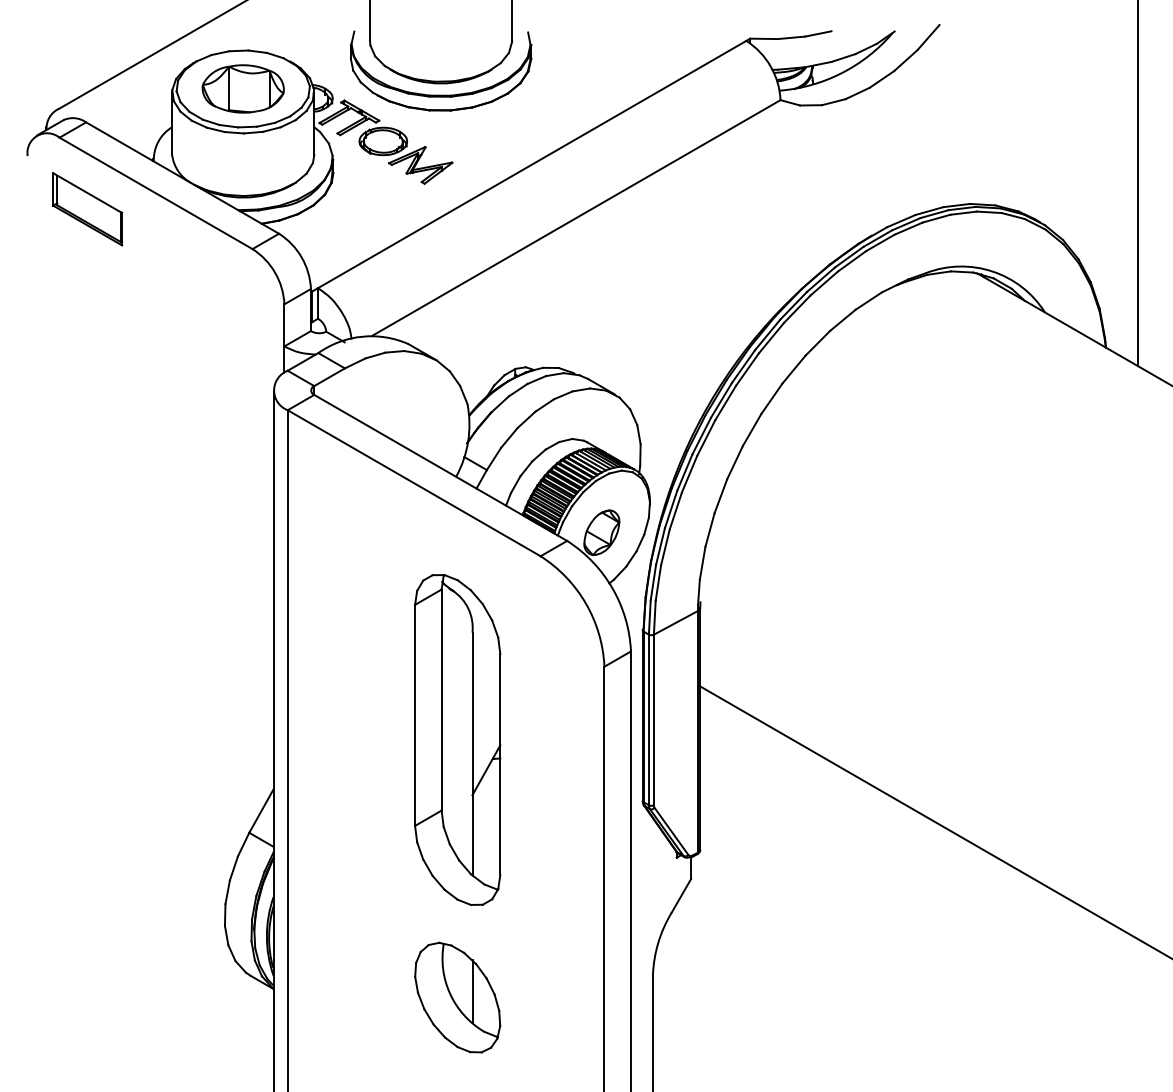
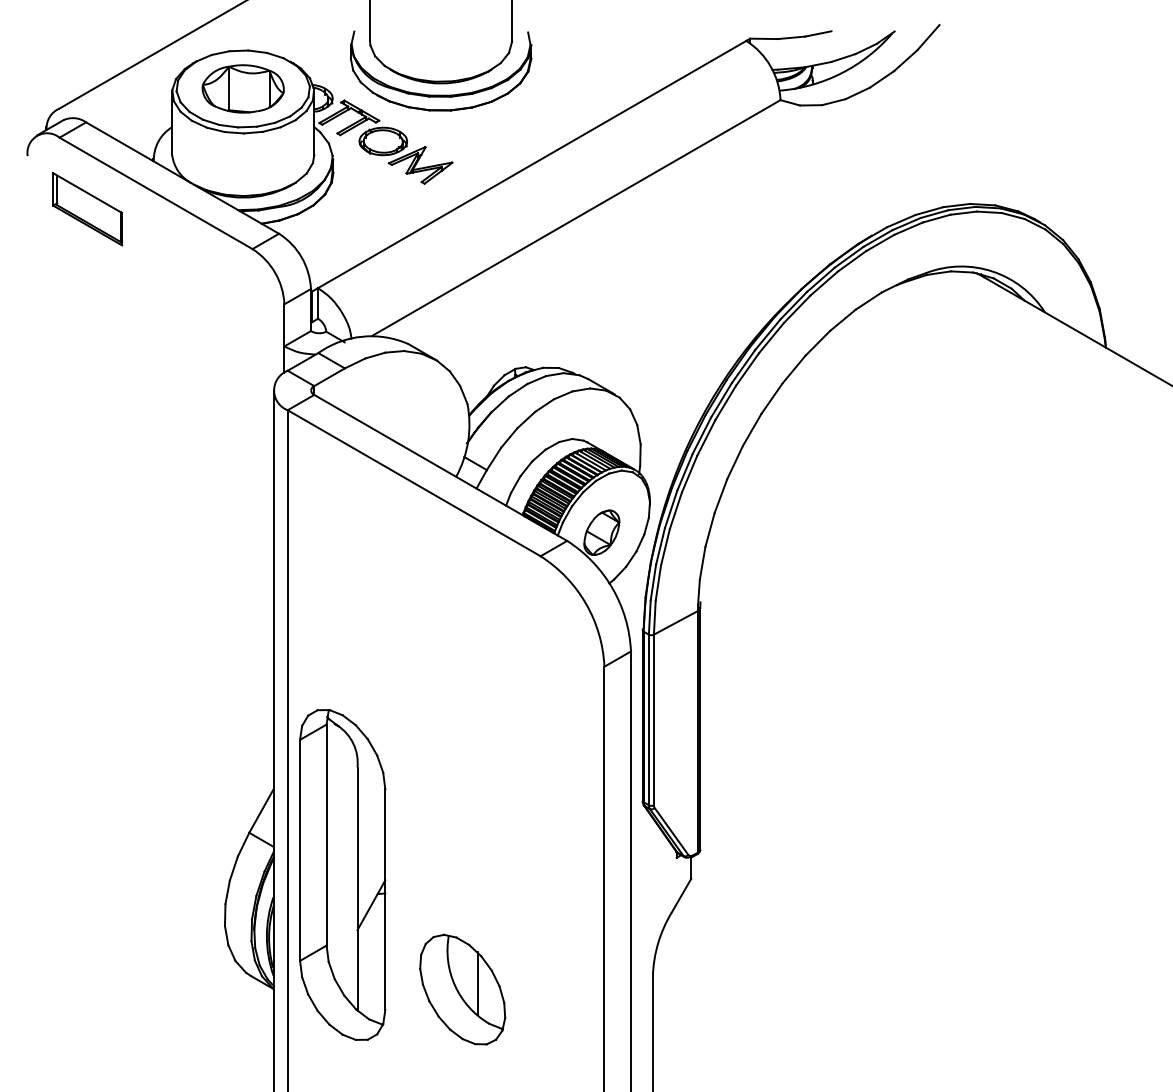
line at (1137, 184): present -> none
part at (457, 739) position: (457, 739) -> (342, 874)
line at (934, 821): present -> none
part at (457, 997) position: (457, 997) -> (462, 989)
